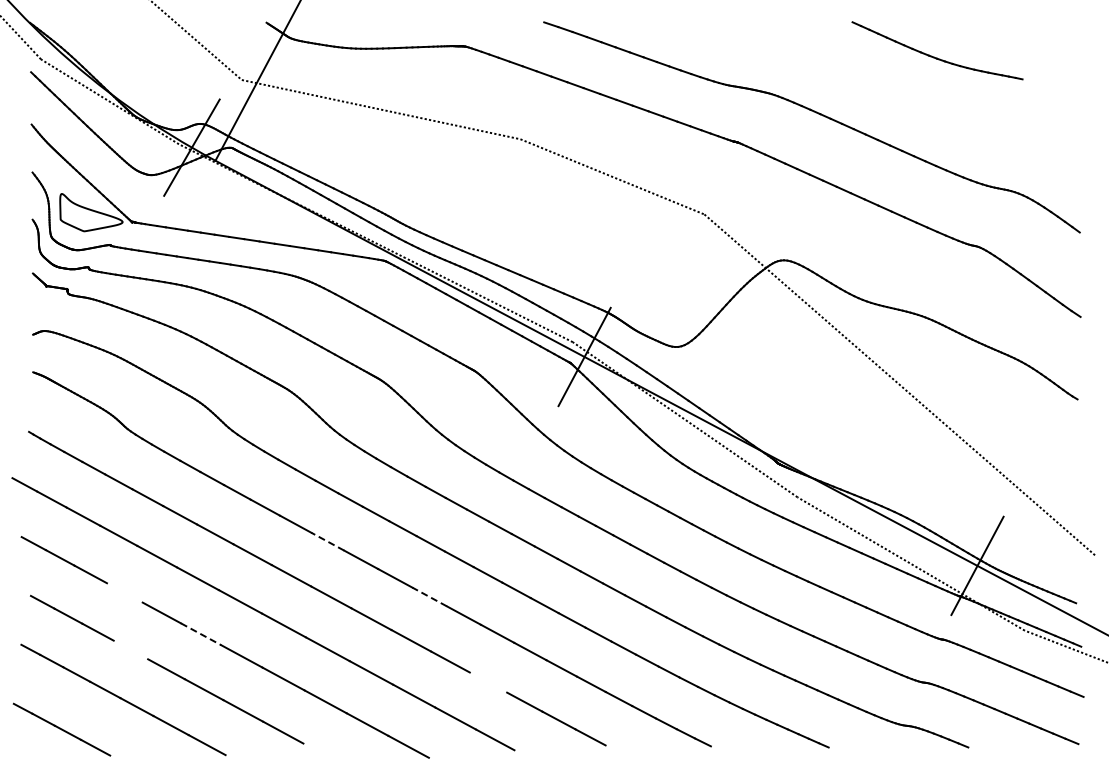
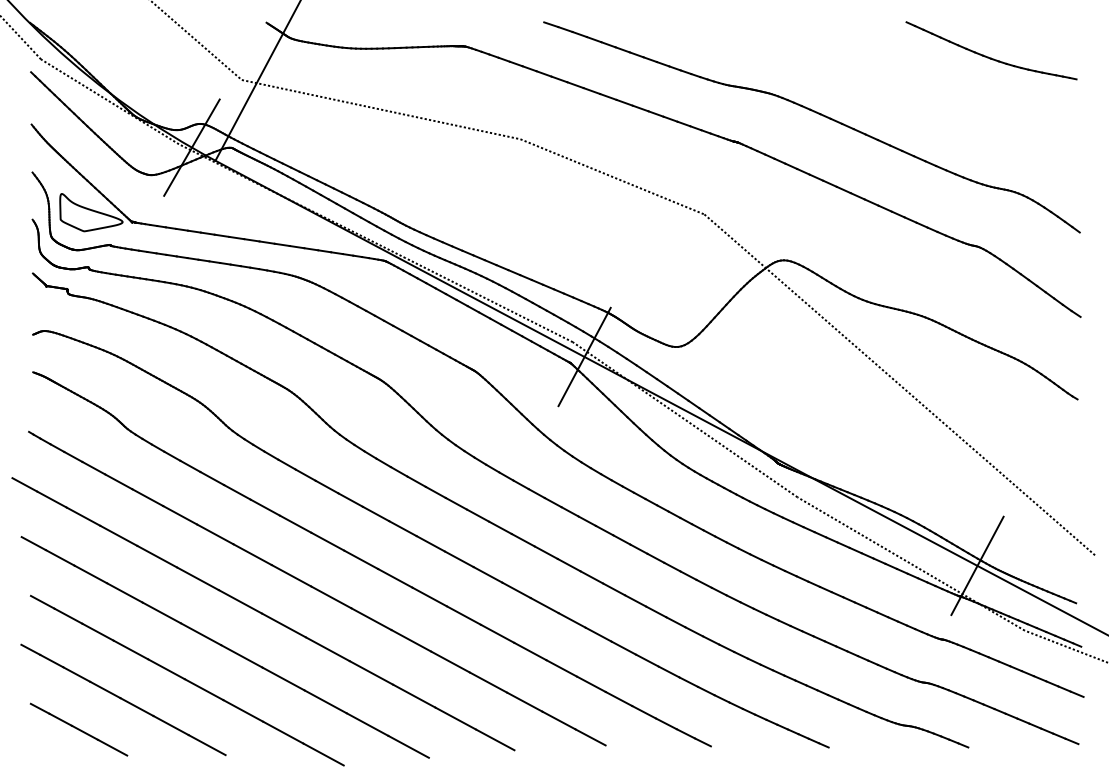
part at (934, 56) position: (934, 56) -> (988, 56)
line at (327, 541): dashed -> solid
line at (124, 592): none -> present
line at (429, 597): dashed -> solid
line at (201, 634): dashed -> solid
line at (130, 649): none -> present
line at (488, 682): none -> present
line at (61, 729) position: (61, 729) -> (78, 729)
line at (321, 753): none -> present
